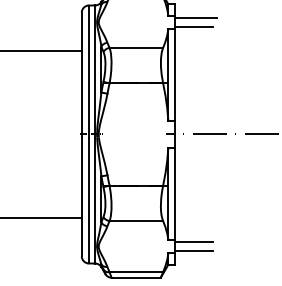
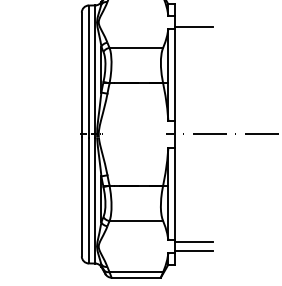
line at (195, 18): present -> none
line at (41, 51): present -> none
line at (41, 217): present -> none
